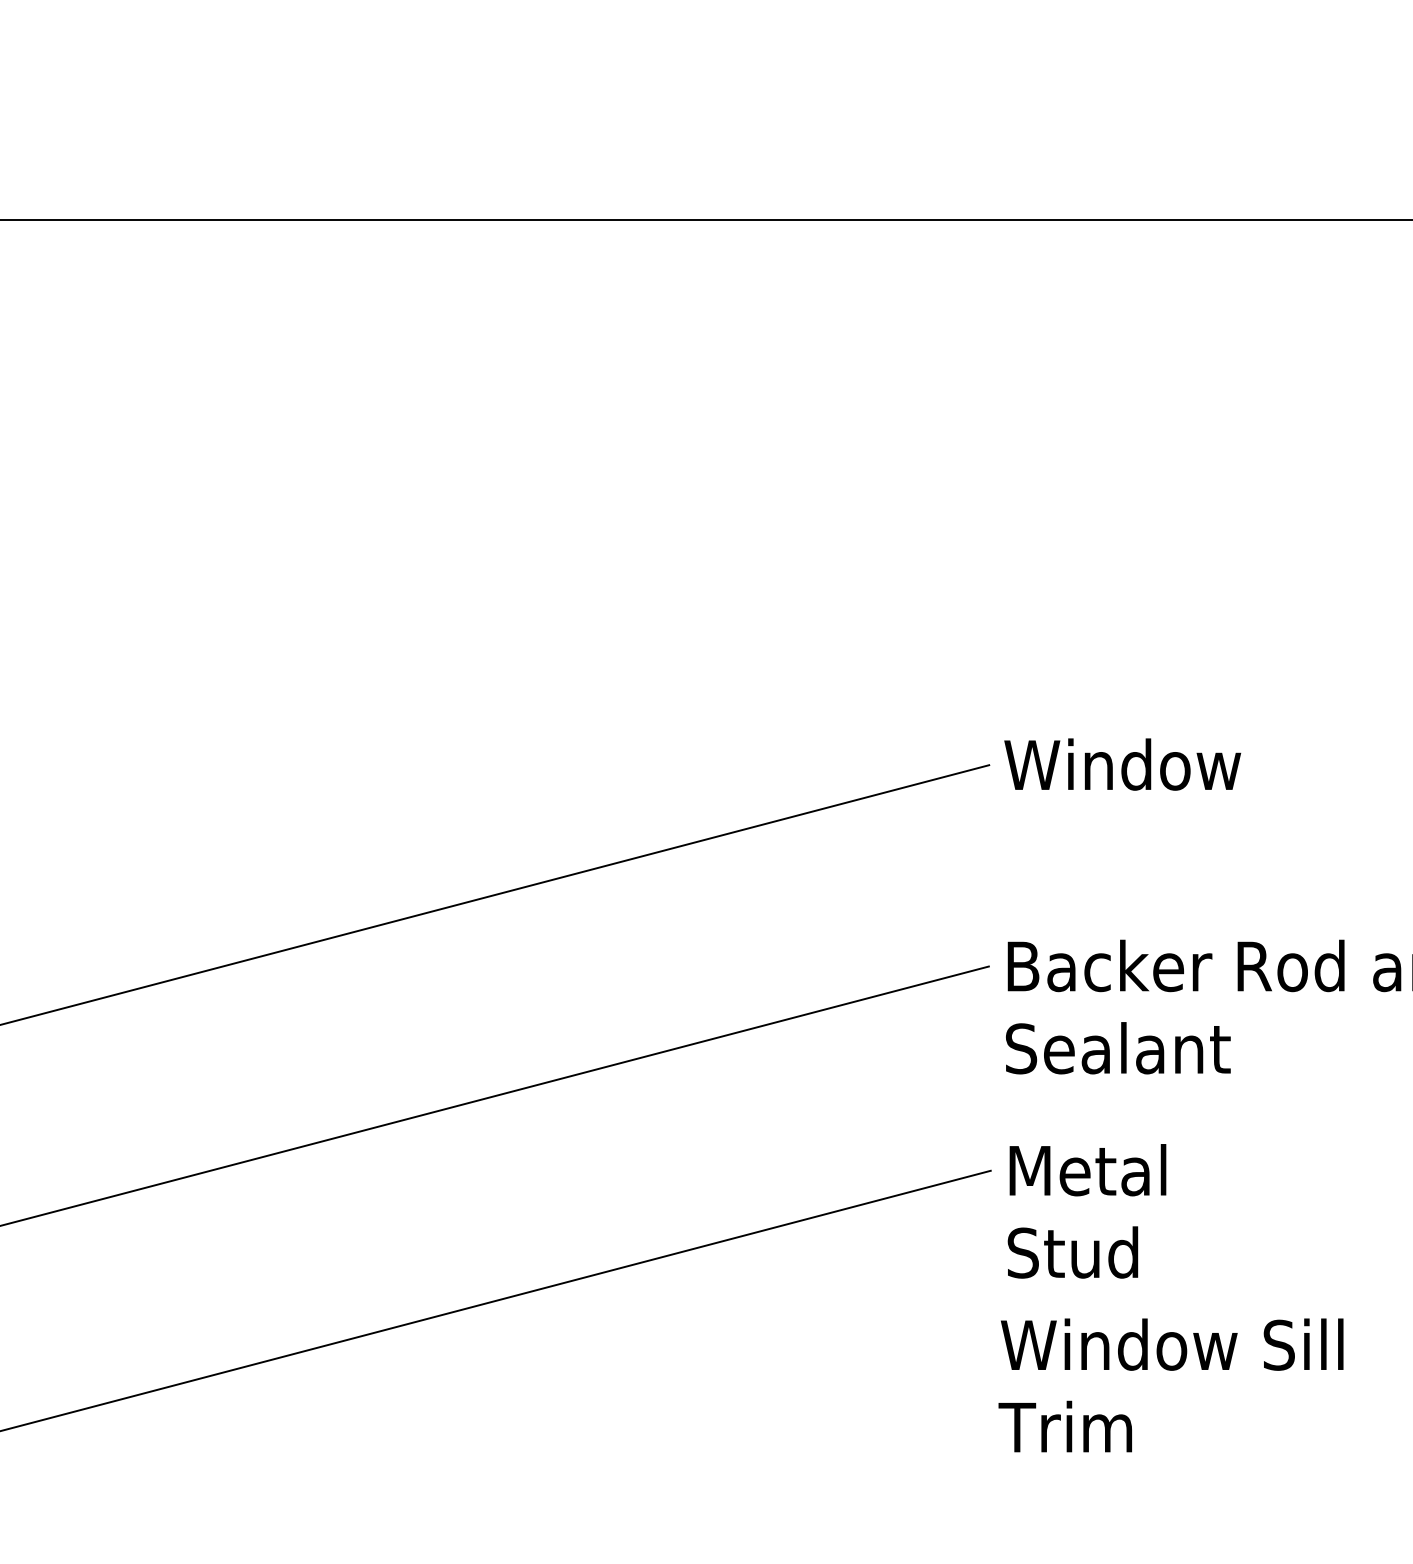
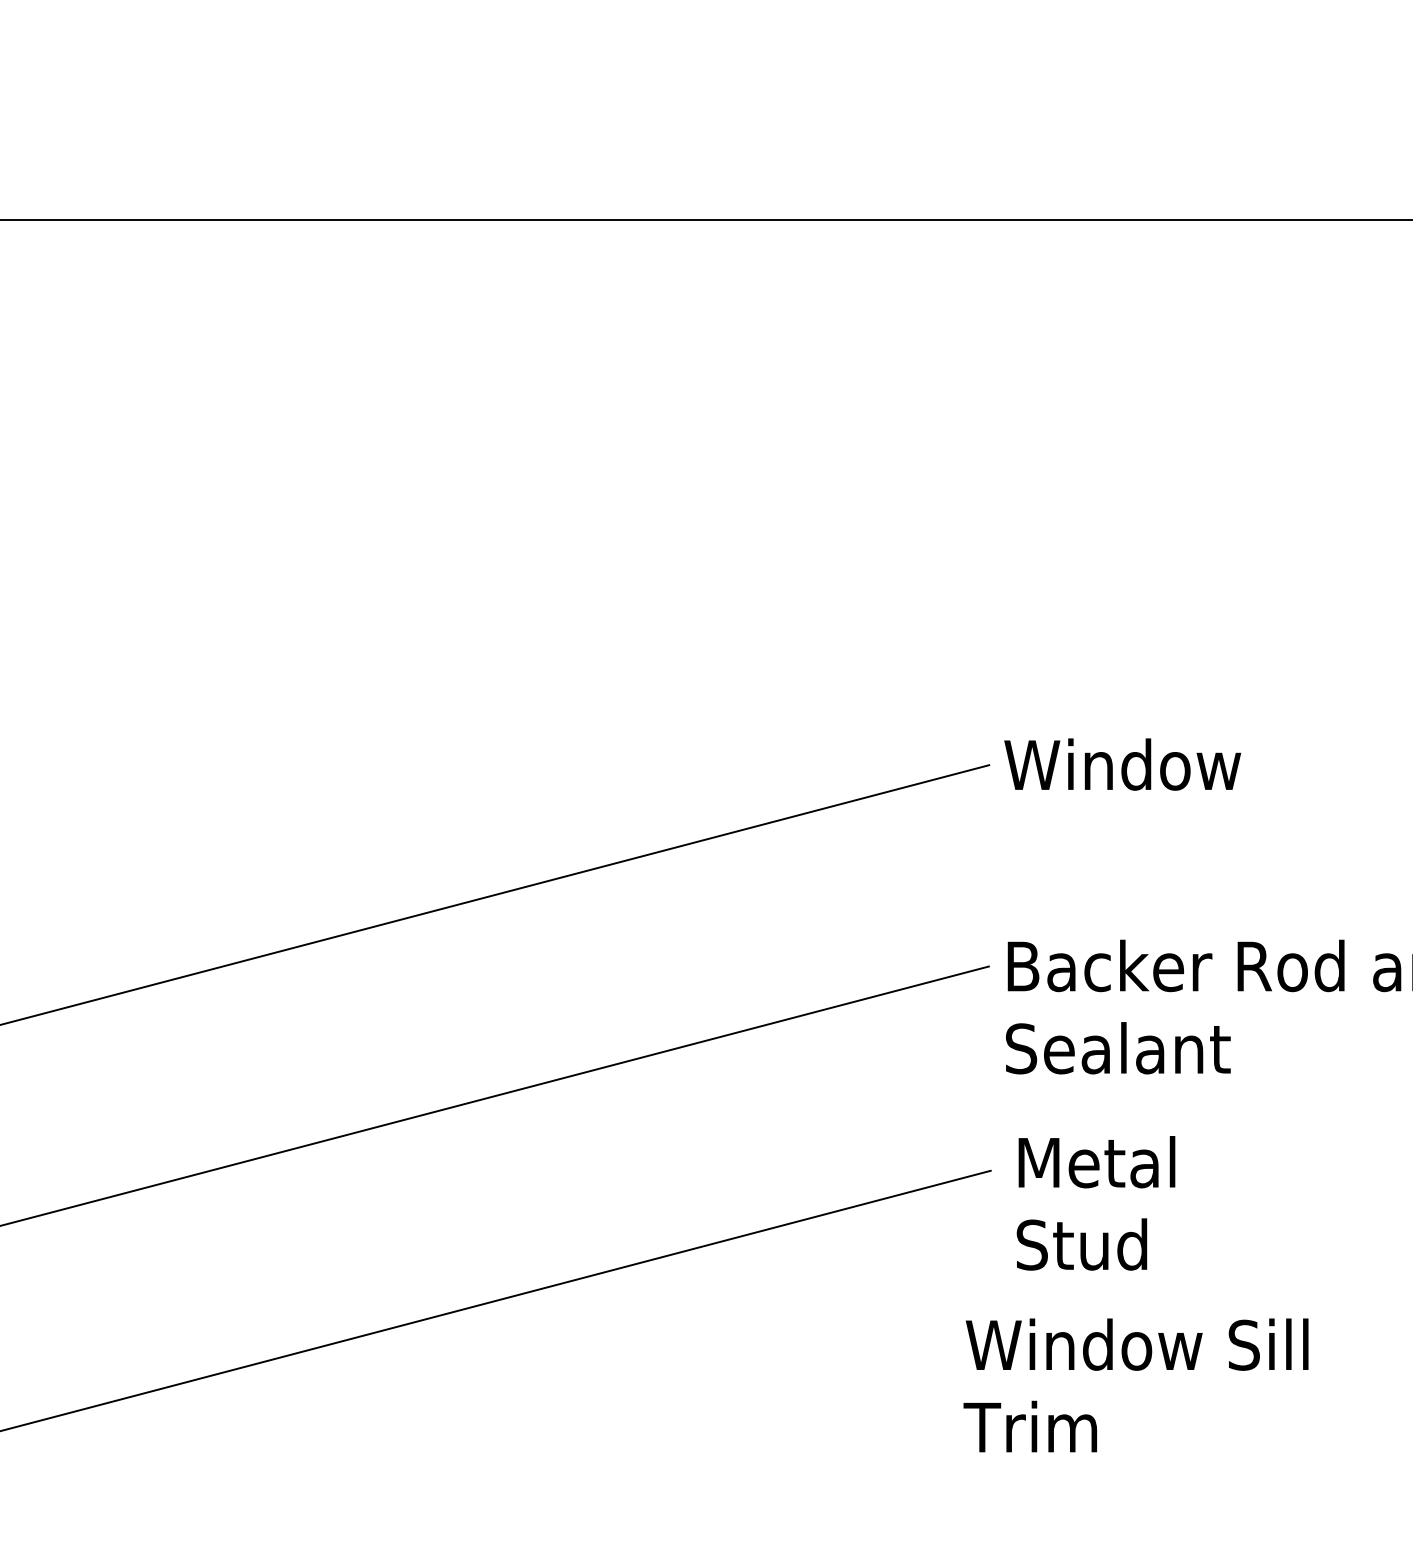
text at (1086, 1211) position: (1086, 1211) -> (1095, 1203)
text at (1170, 1385) position: (1170, 1385) -> (1135, 1385)
